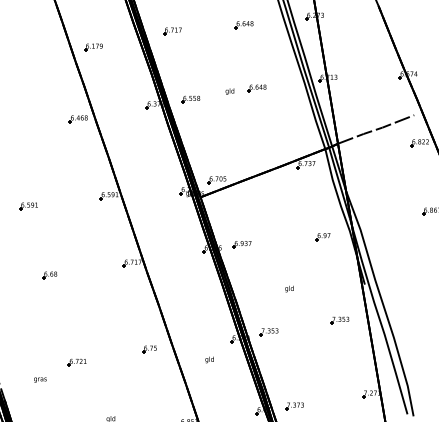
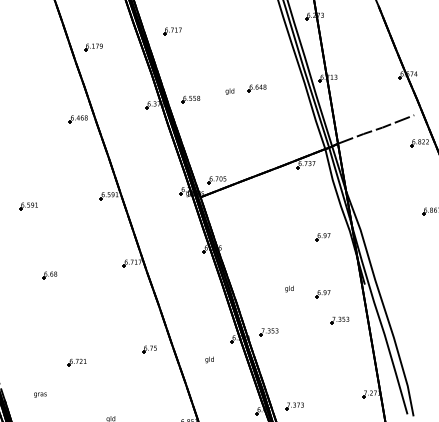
part at (243, 25): present -> none
part at (241, 244): present -> none
part at (322, 294): none -> present
text at (40, 379) position: (40, 379) -> (40, 394)
